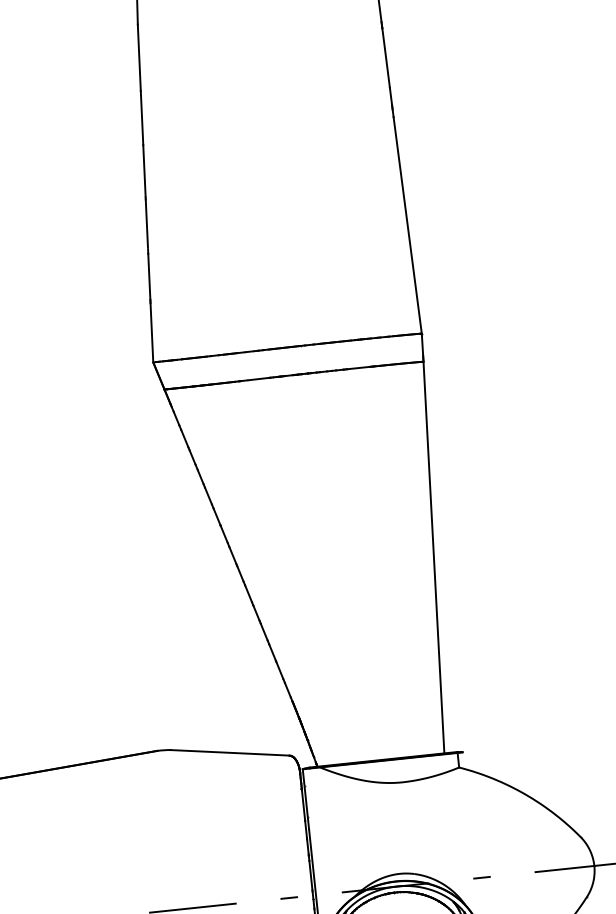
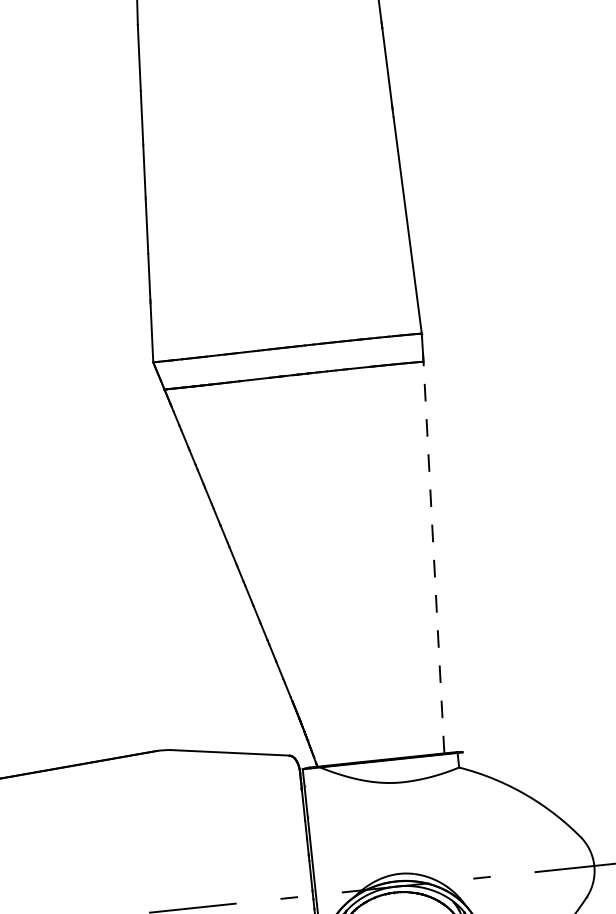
line at (433, 557): solid -> dashed
